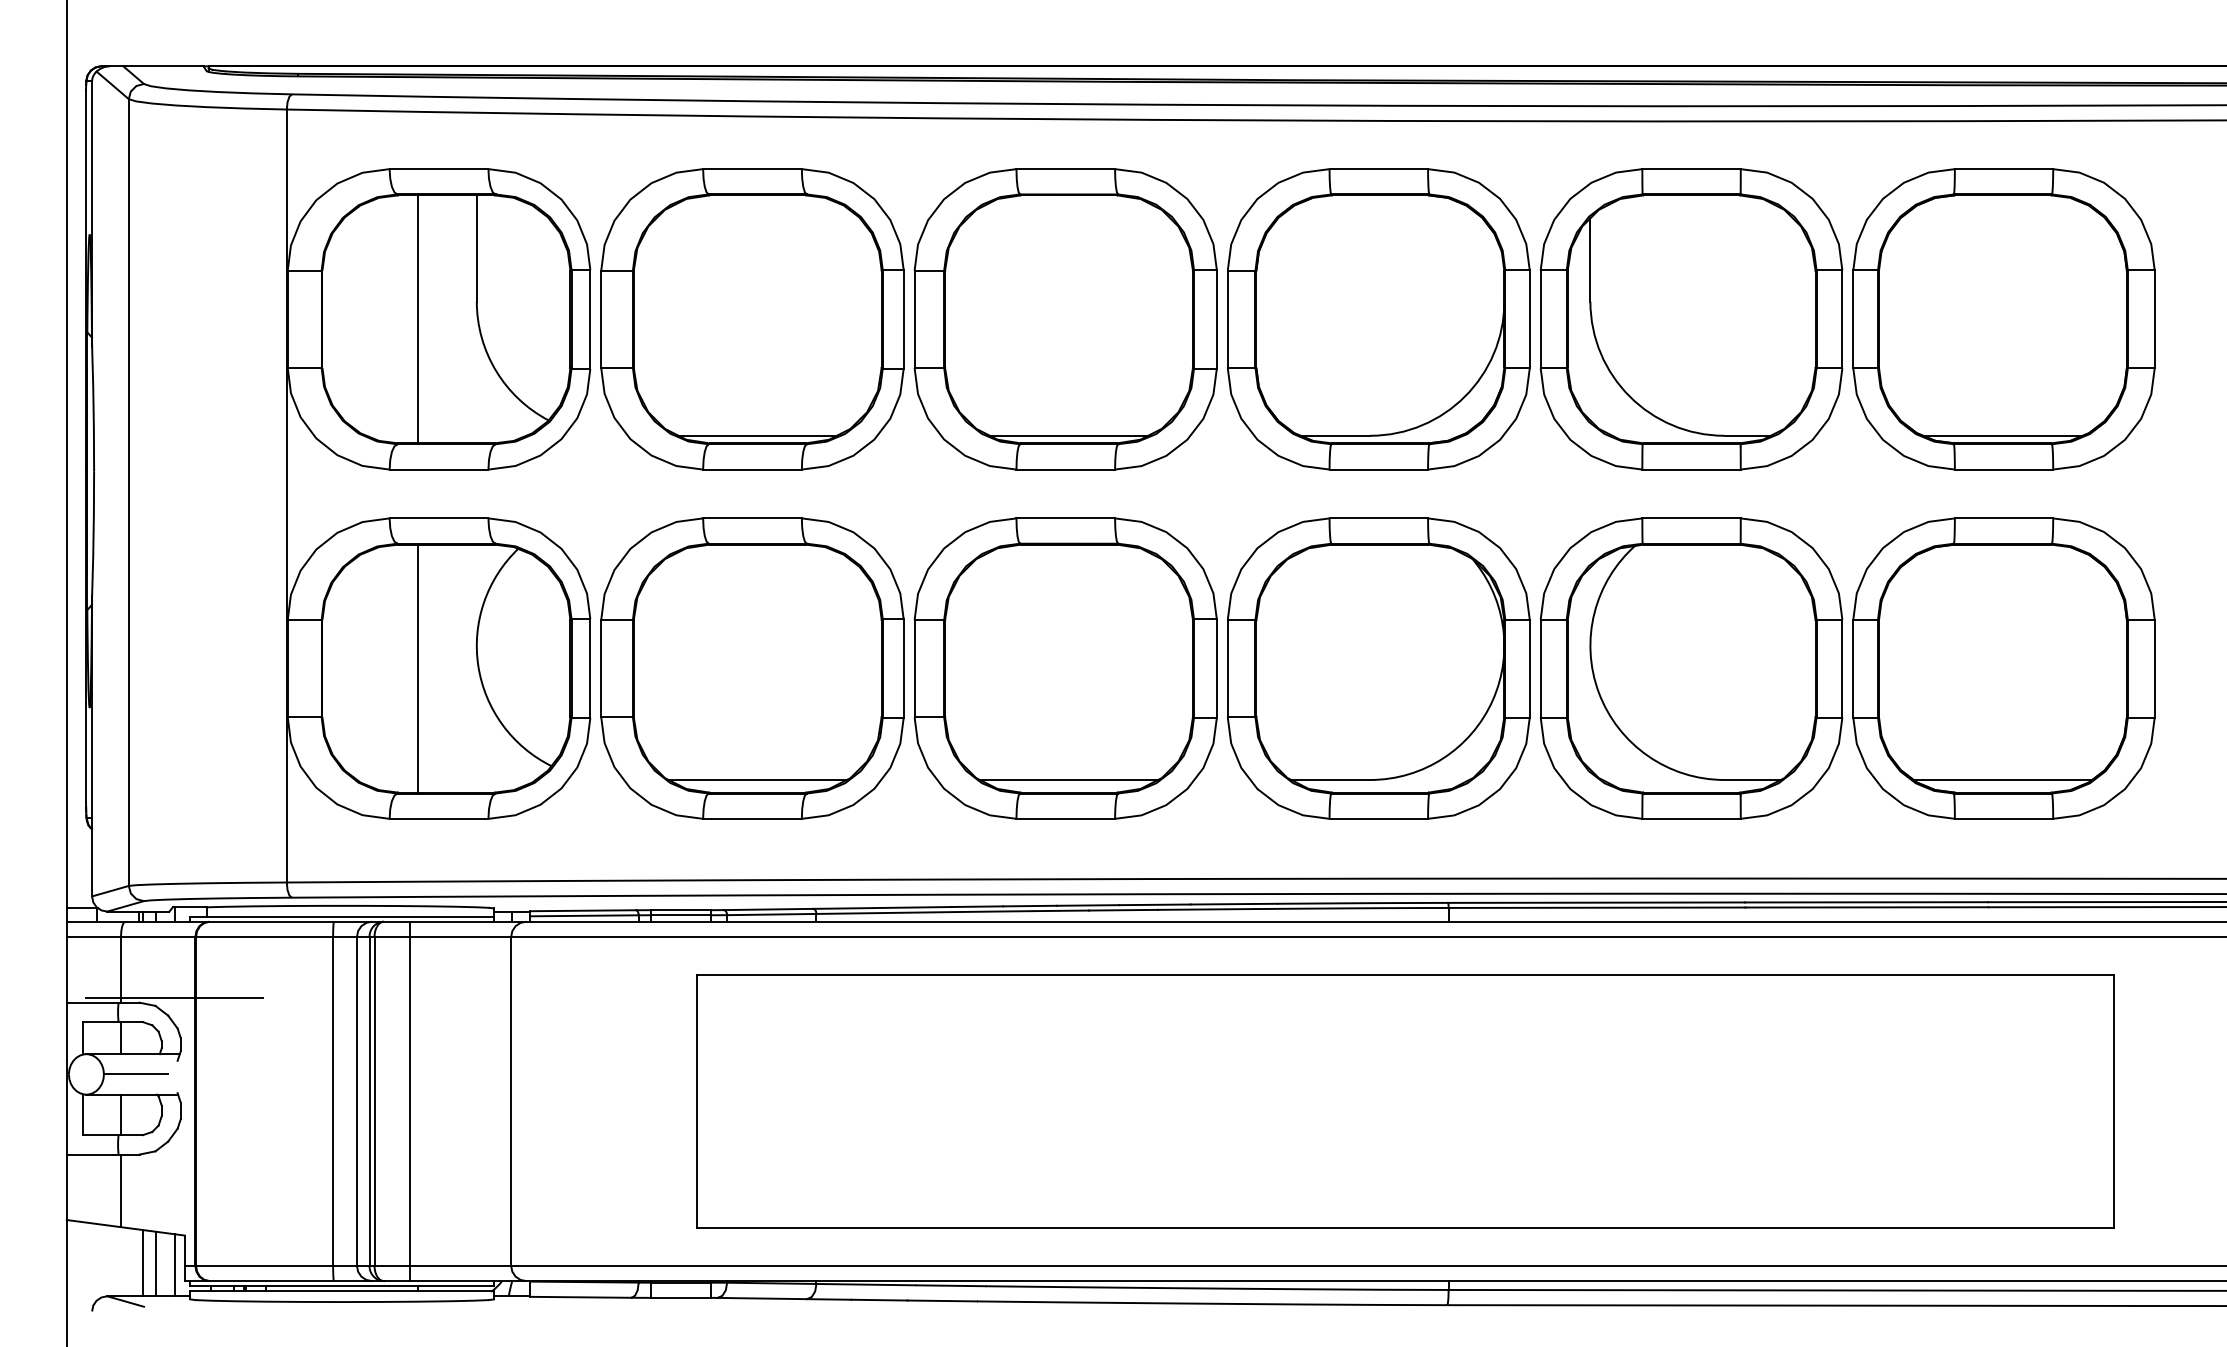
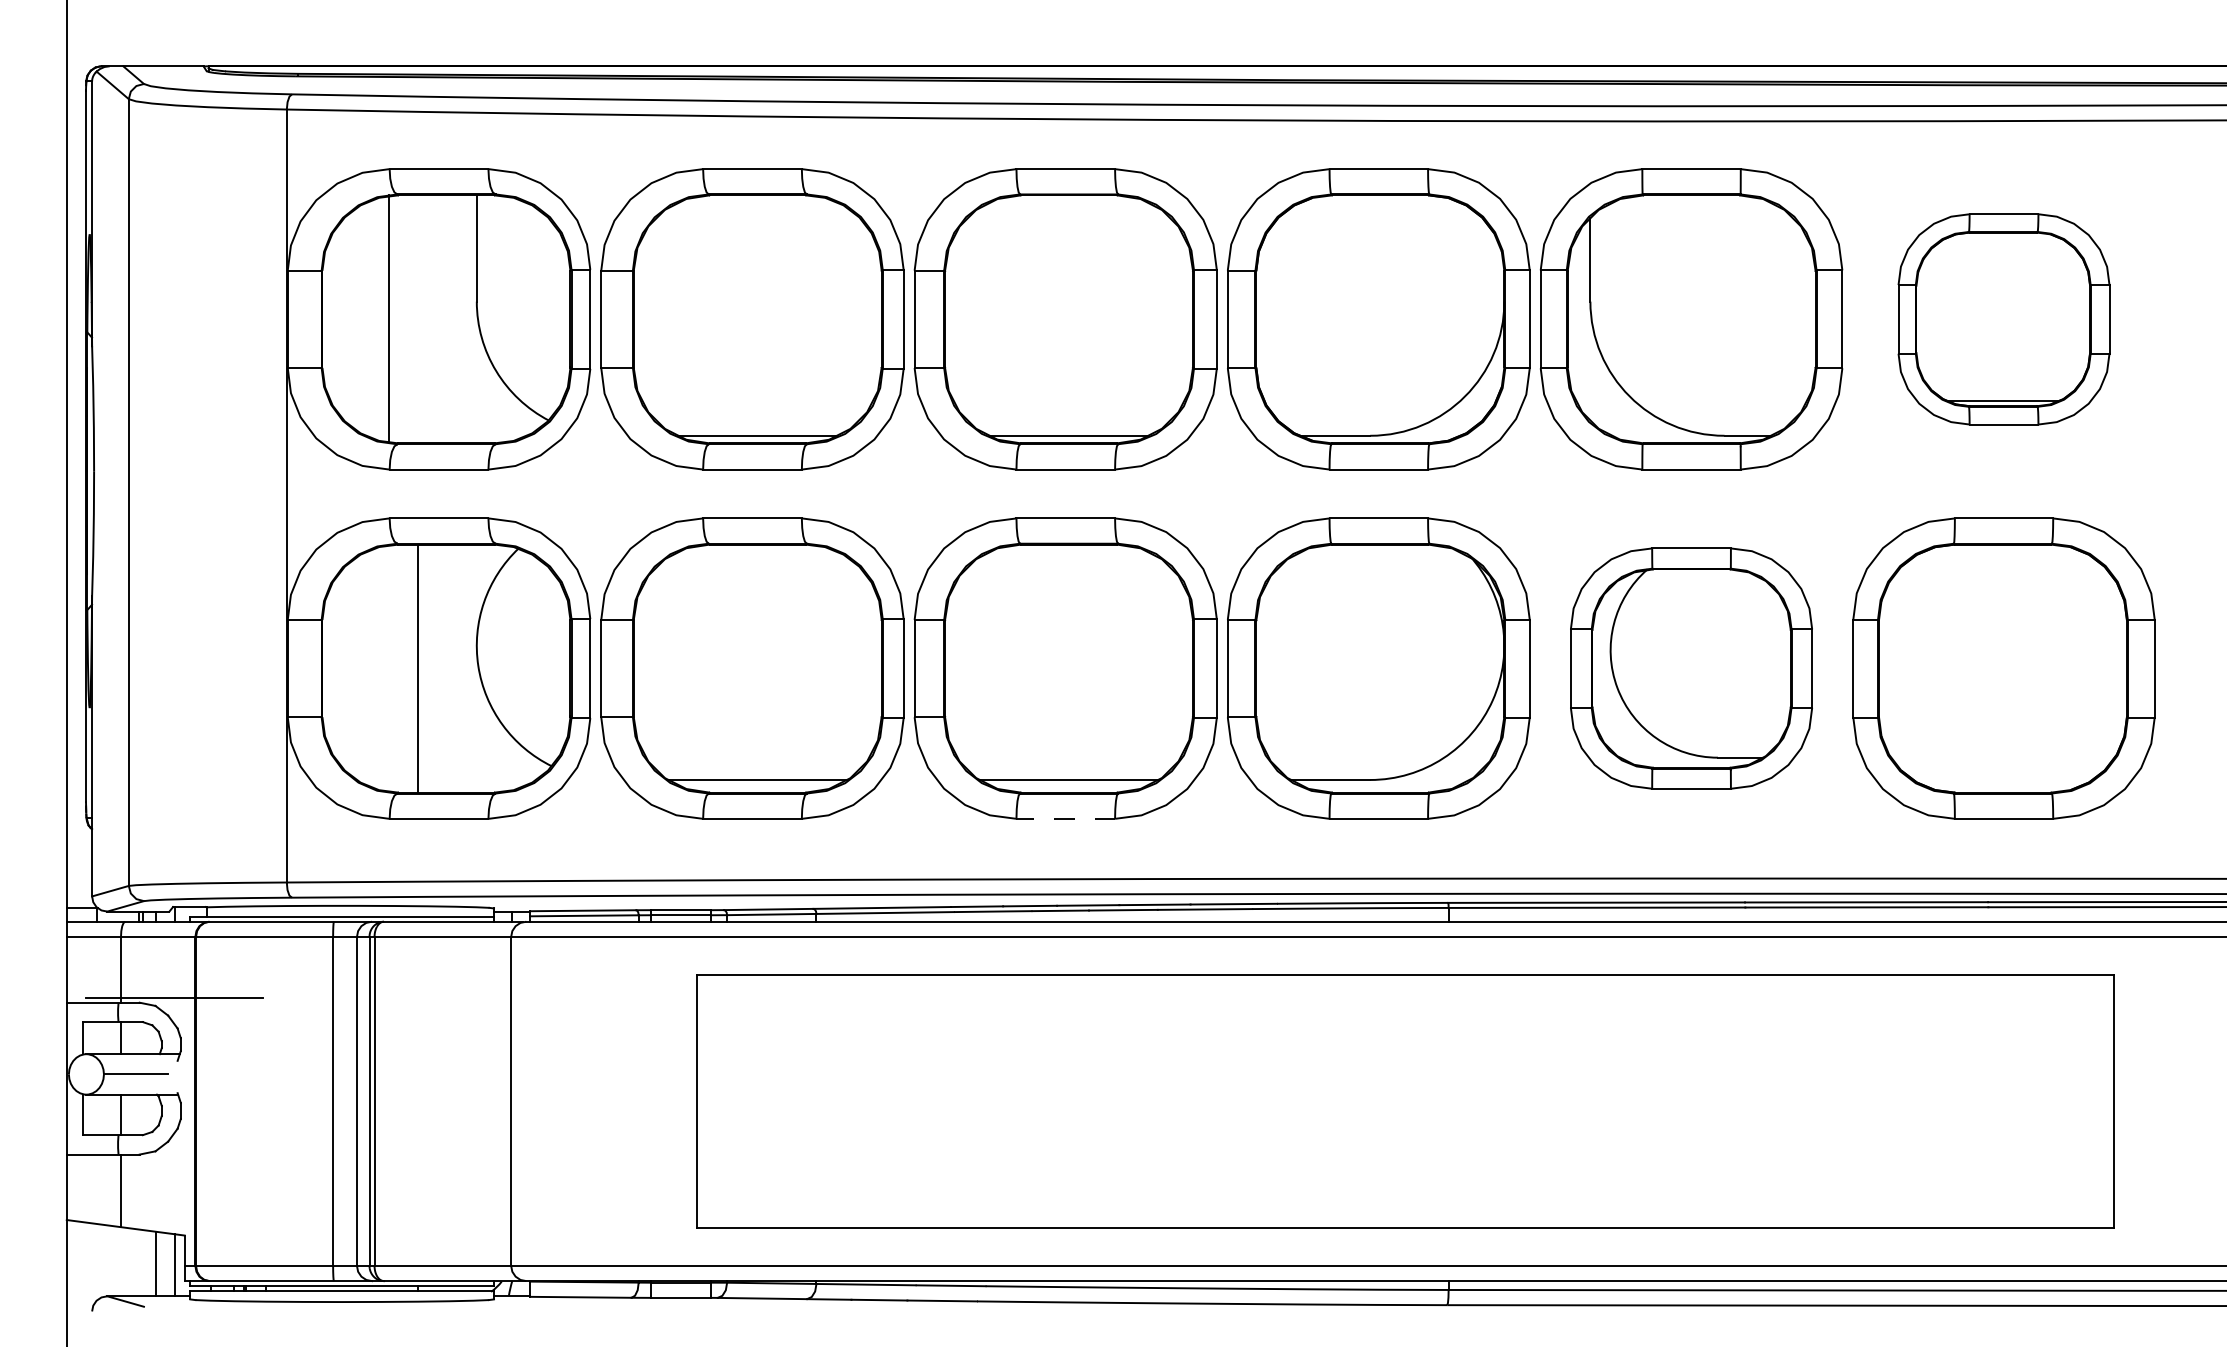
line at (418, 319) position: (418, 319) -> (389, 319)
part at (2003, 319) size: 304x303 px -> 214x213 px
part at (1691, 668) size: 305x303 px -> 243x243 px
line at (2002, 779): present -> none
line at (1065, 818): solid -> dashed
line at (409, 1101): present -> none
line at (142, 1263): present -> none
